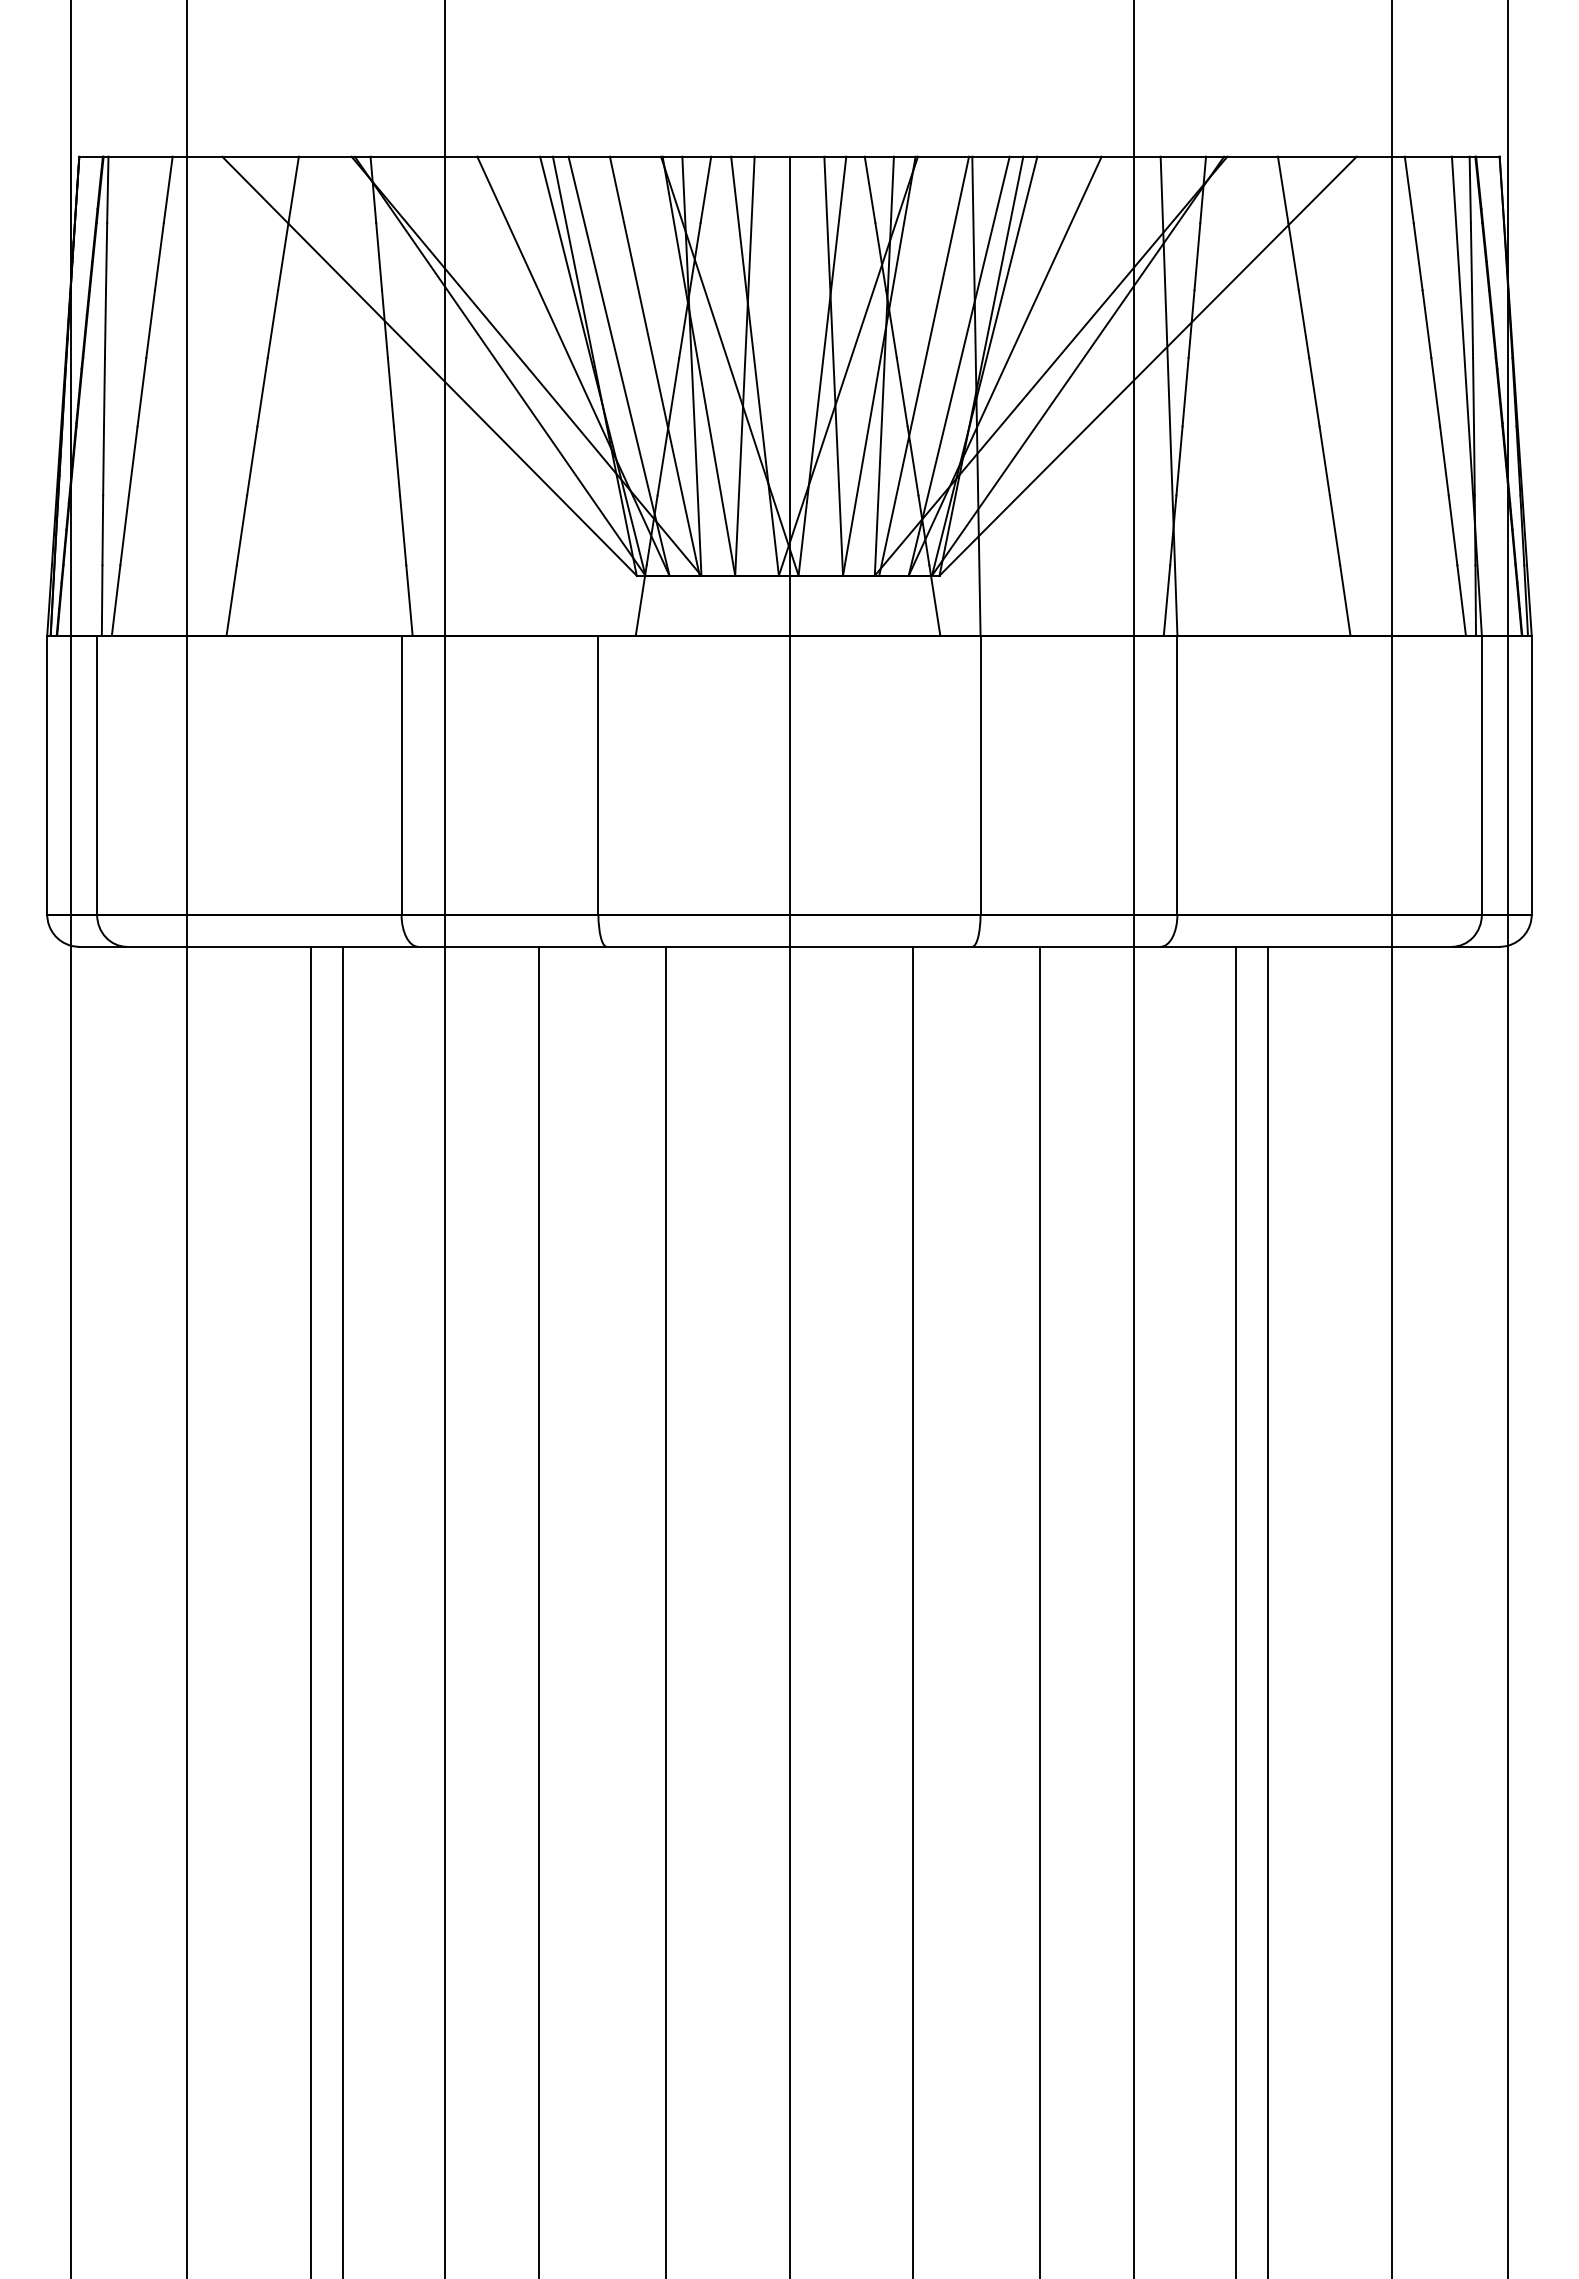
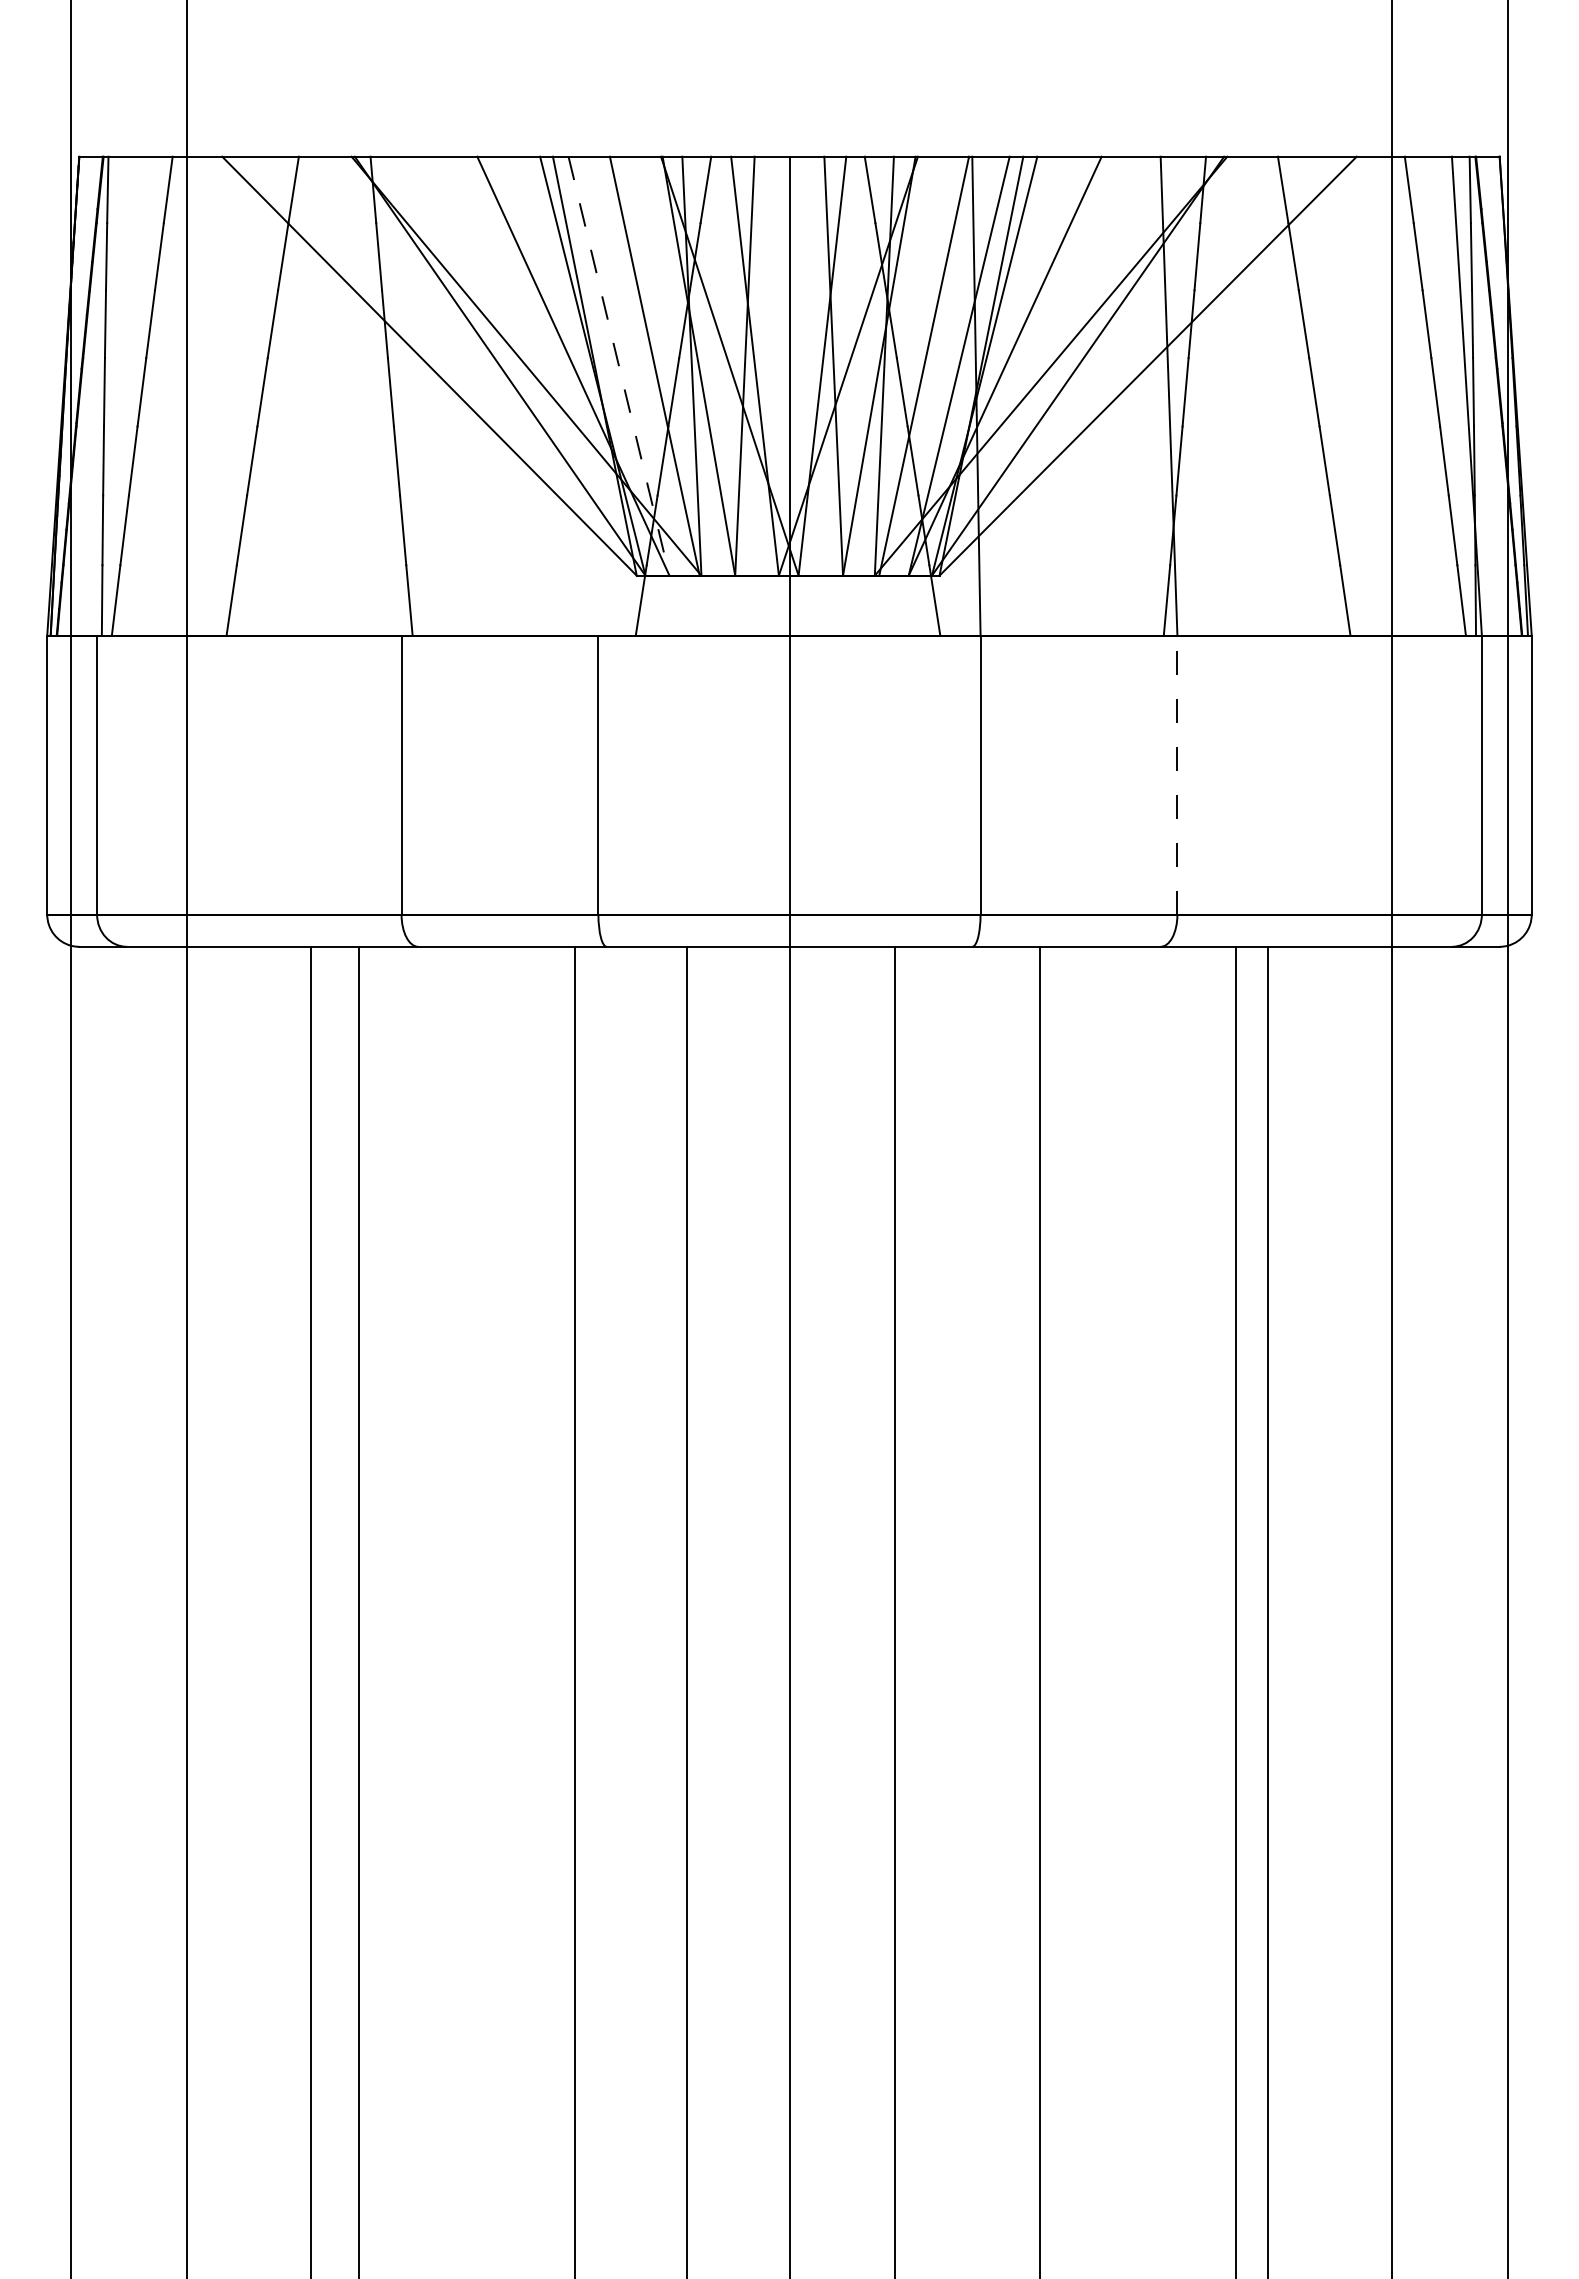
line at (619, 366): solid -> dashed
line at (1177, 775): solid -> dashed
line at (445, 1138): present -> none
line at (1133, 1138): present -> none
line at (342, 1610) position: (342, 1610) -> (358, 1610)
line at (539, 1610) position: (539, 1610) -> (575, 1610)
line at (666, 1610) position: (666, 1610) -> (687, 1610)
line at (912, 1610) position: (912, 1610) -> (894, 1610)
